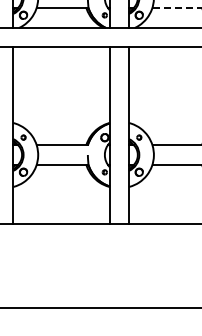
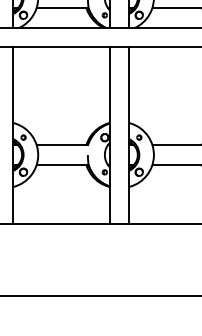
line at (176, 7): dashed -> solid
line at (100, 308) position: (100, 308) -> (100, 296)
